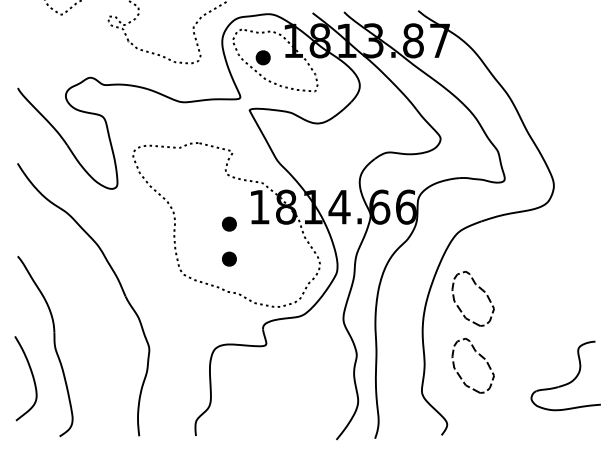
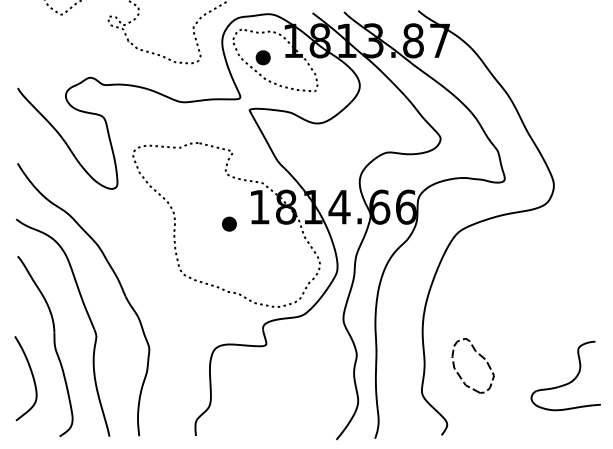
part at (229, 258): present -> none
part at (480, 289): present -> none
part at (88, 318): none -> present
